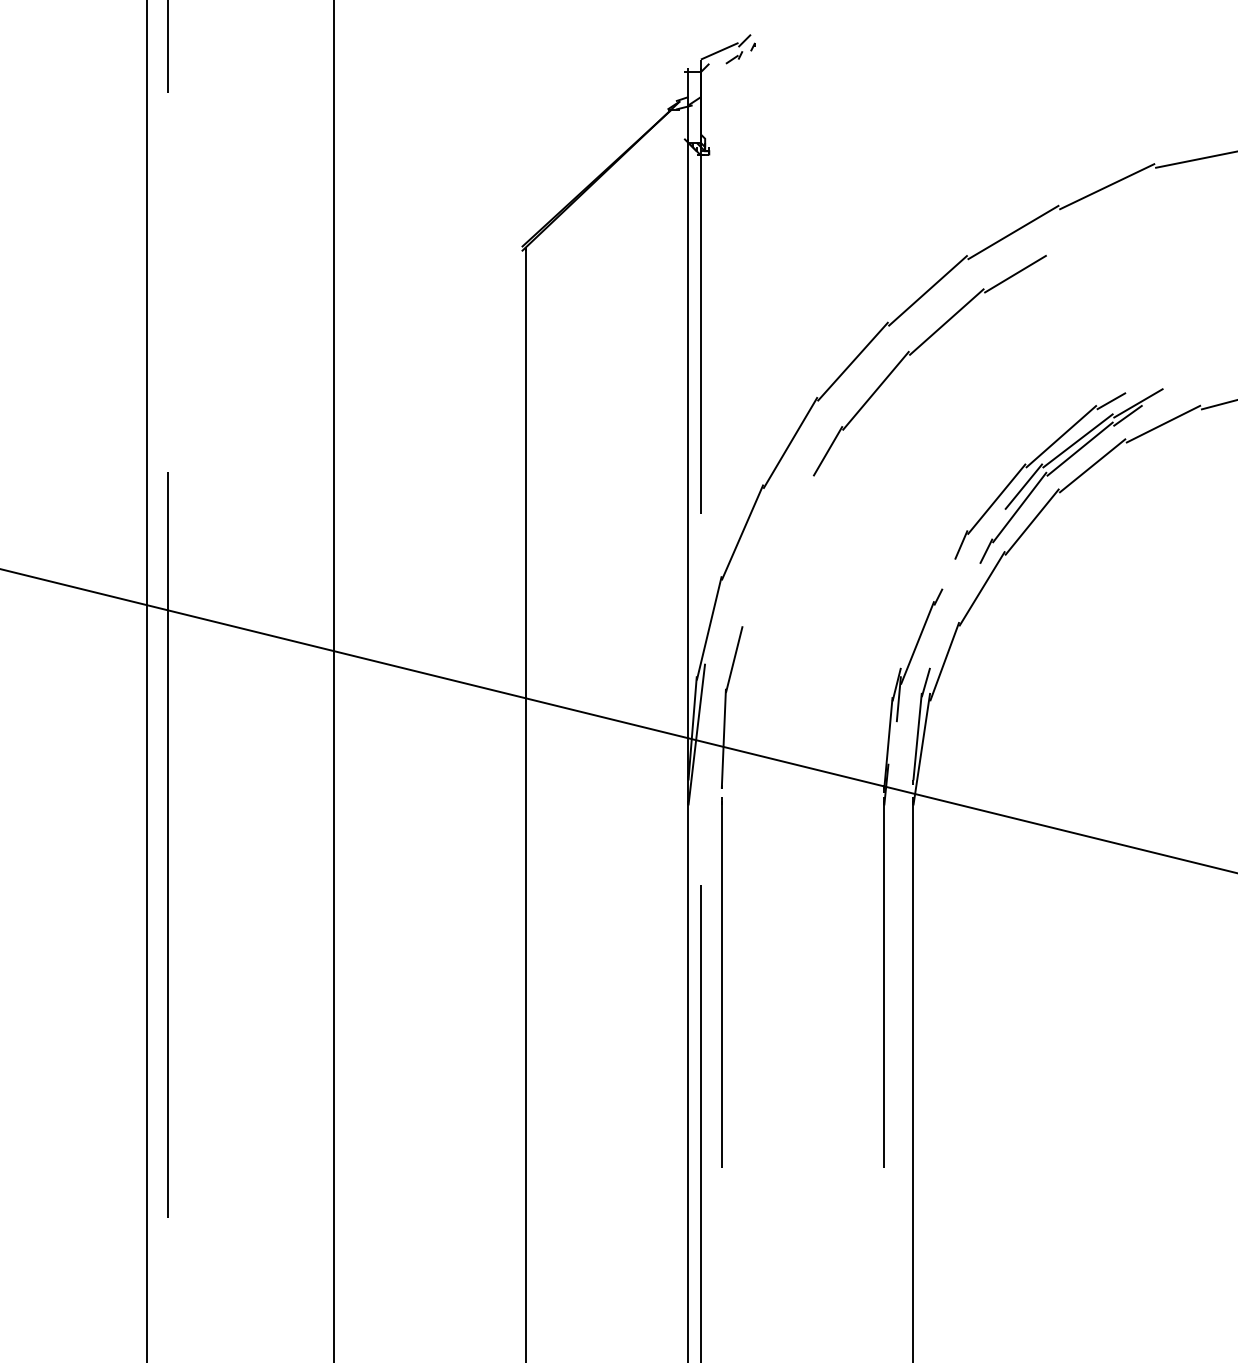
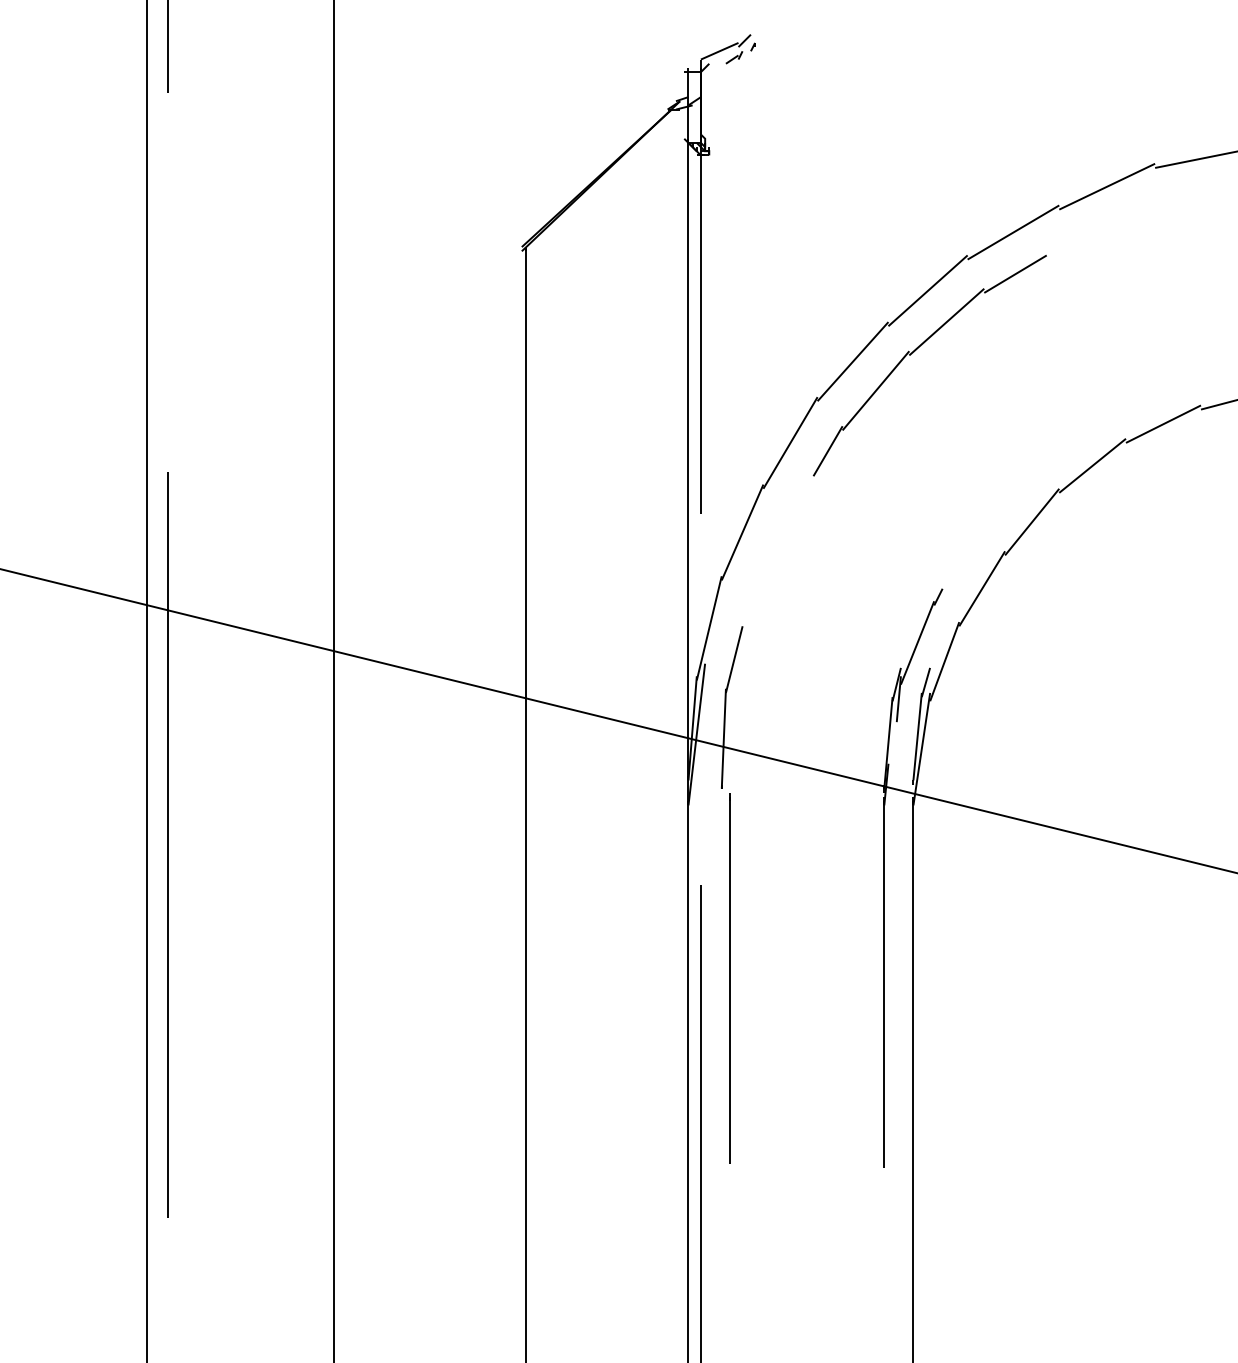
part at (1058, 475): present -> none
line at (721, 982) position: (721, 982) -> (729, 978)
